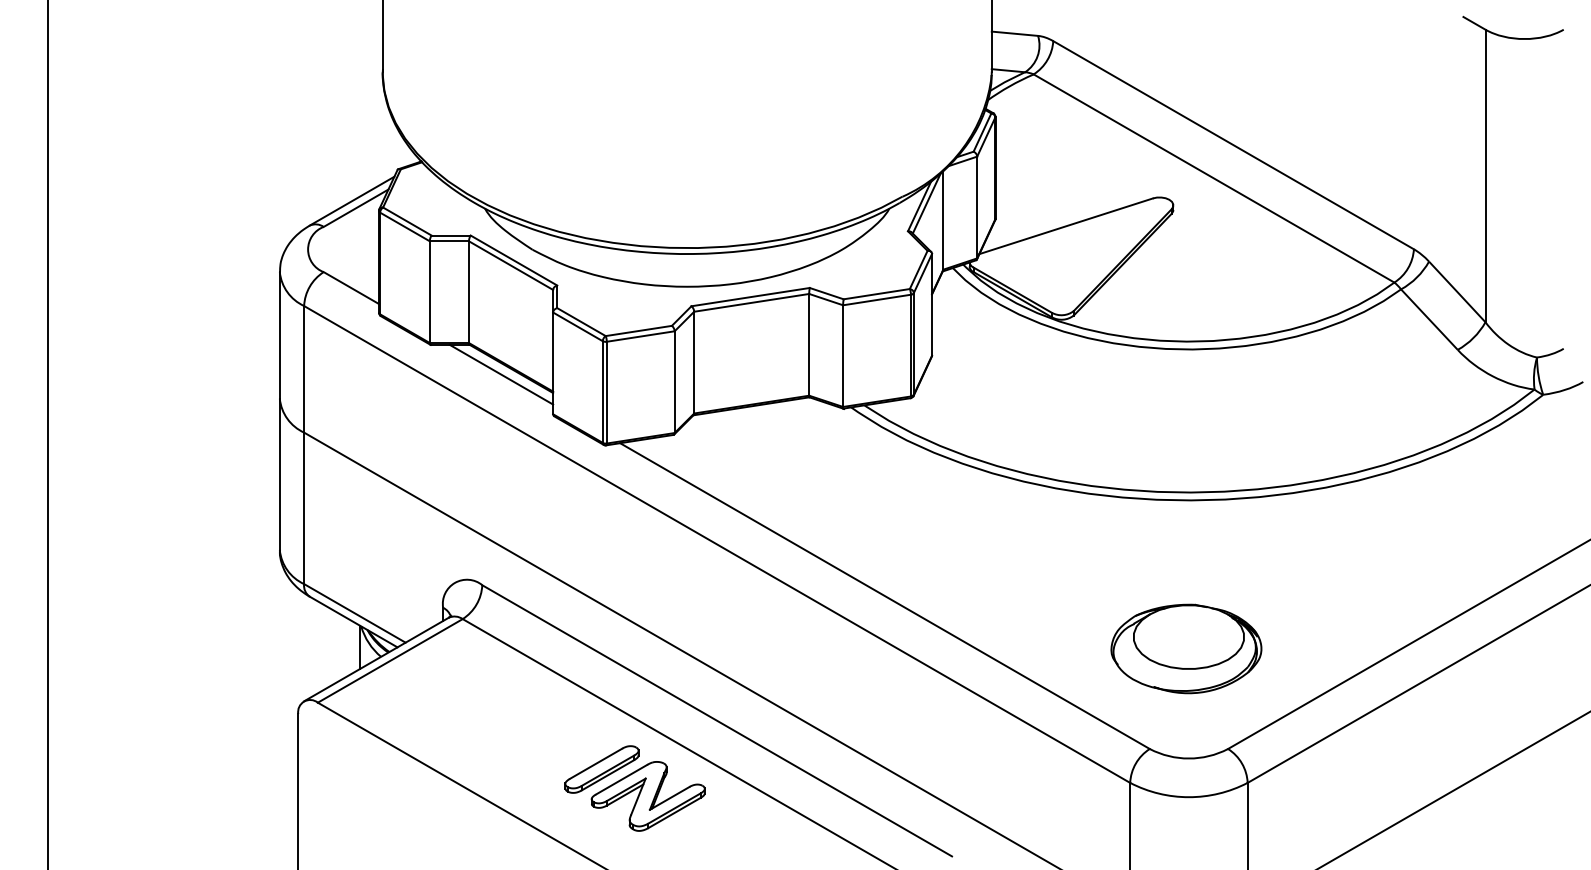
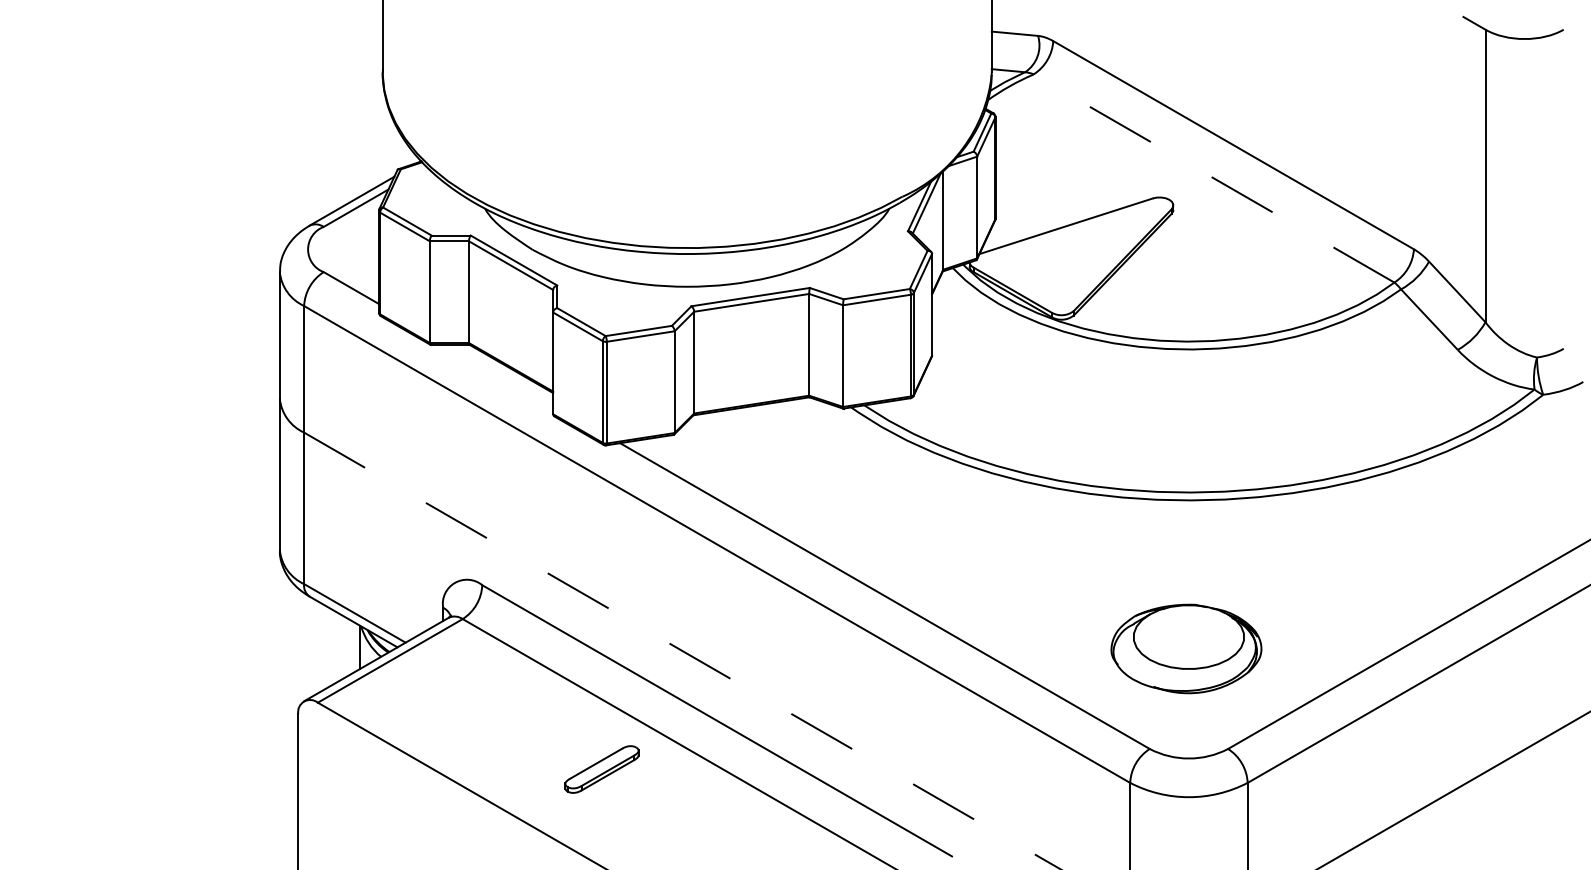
line at (1213, 178): solid -> dashed
line at (501, 374): present -> none
line at (47, 434): present -> none
line at (682, 651): solid -> dashed
part at (647, 796): present -> none
